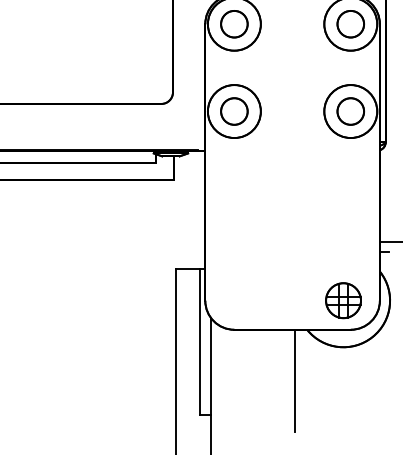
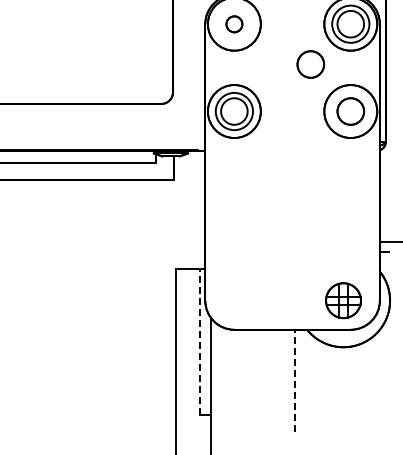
circle at (350, 23) diameter: 27 px -> 37 px
circle at (234, 24) size: 29x29 px -> 19x19 px
circle at (310, 64): none -> present
circle at (234, 111) diameter: 27 px -> 37 px
line at (199, 342): solid -> dashed
line at (294, 380): solid -> dashed
